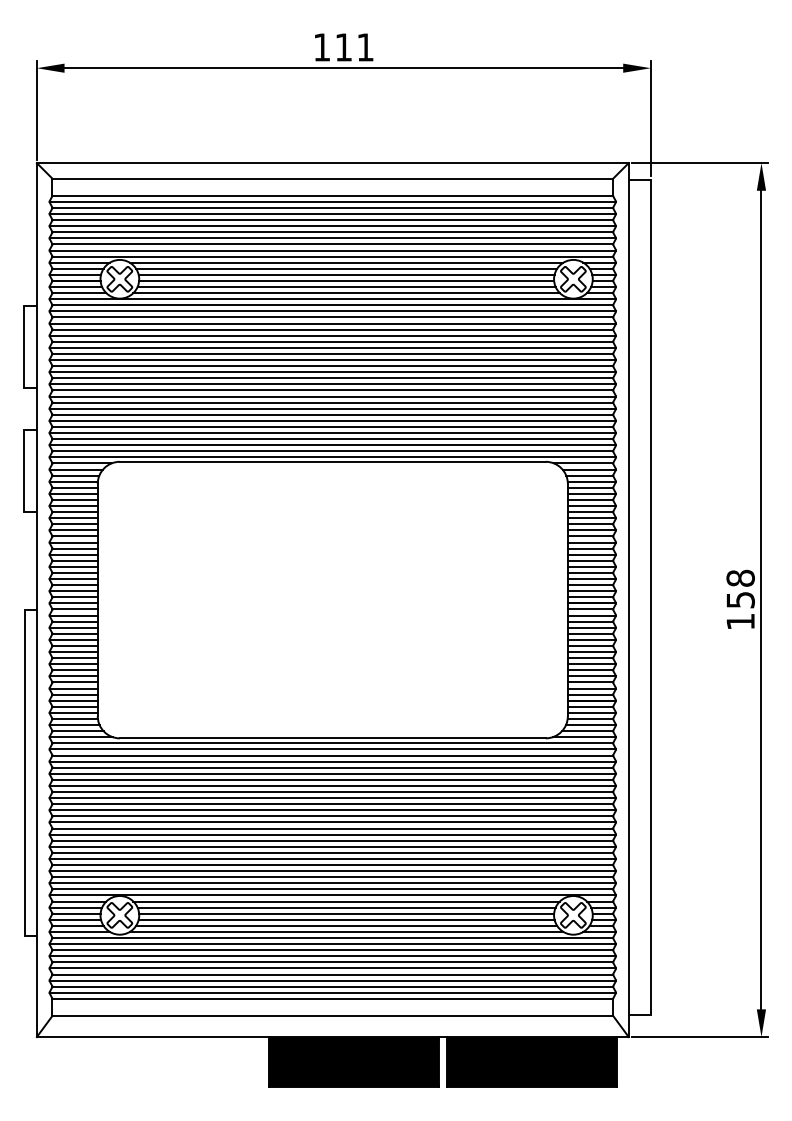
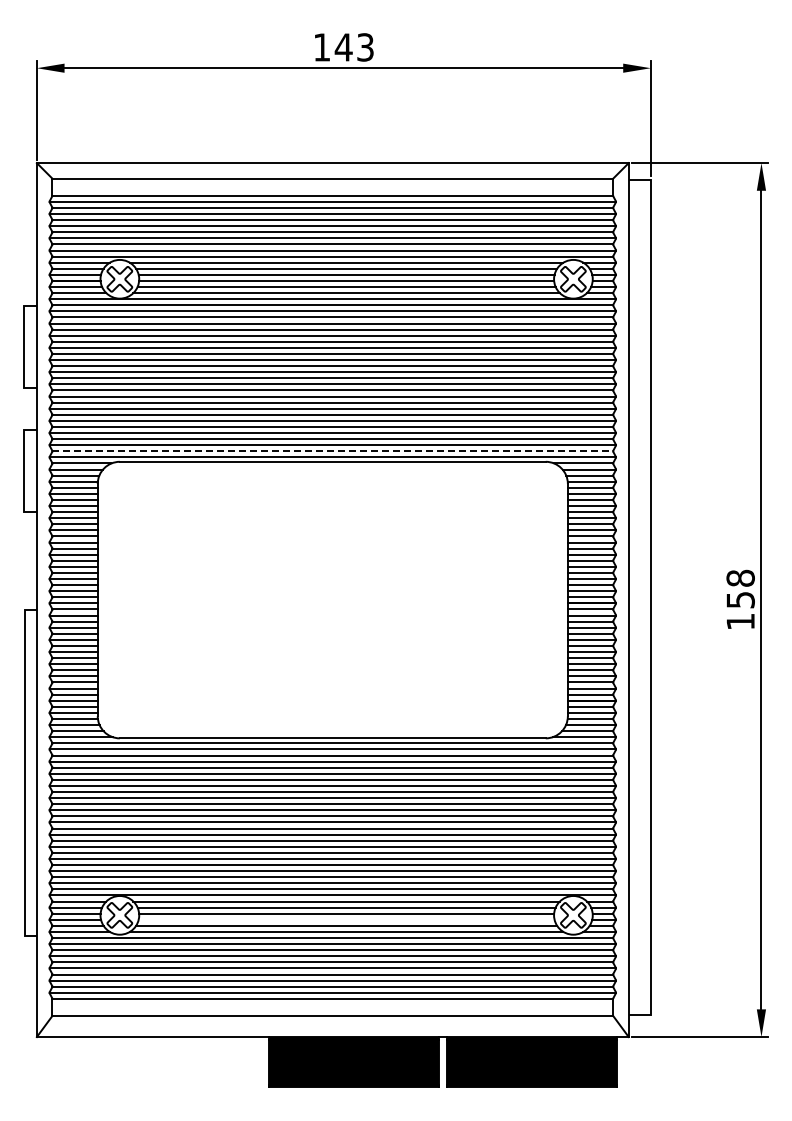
text at (353, 47): 111 -> 143
line at (333, 451): solid -> dashed
line at (346, 919): present -> none
